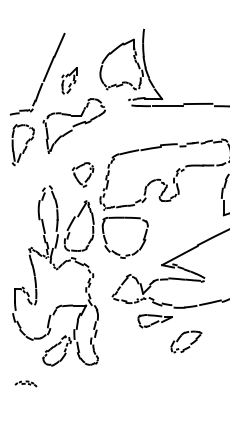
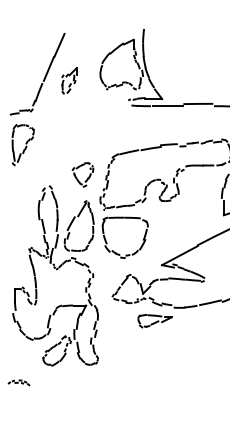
part at (73, 125): present -> none
part at (186, 341): present -> none
part at (25, 383) position: (25, 383) -> (18, 382)
